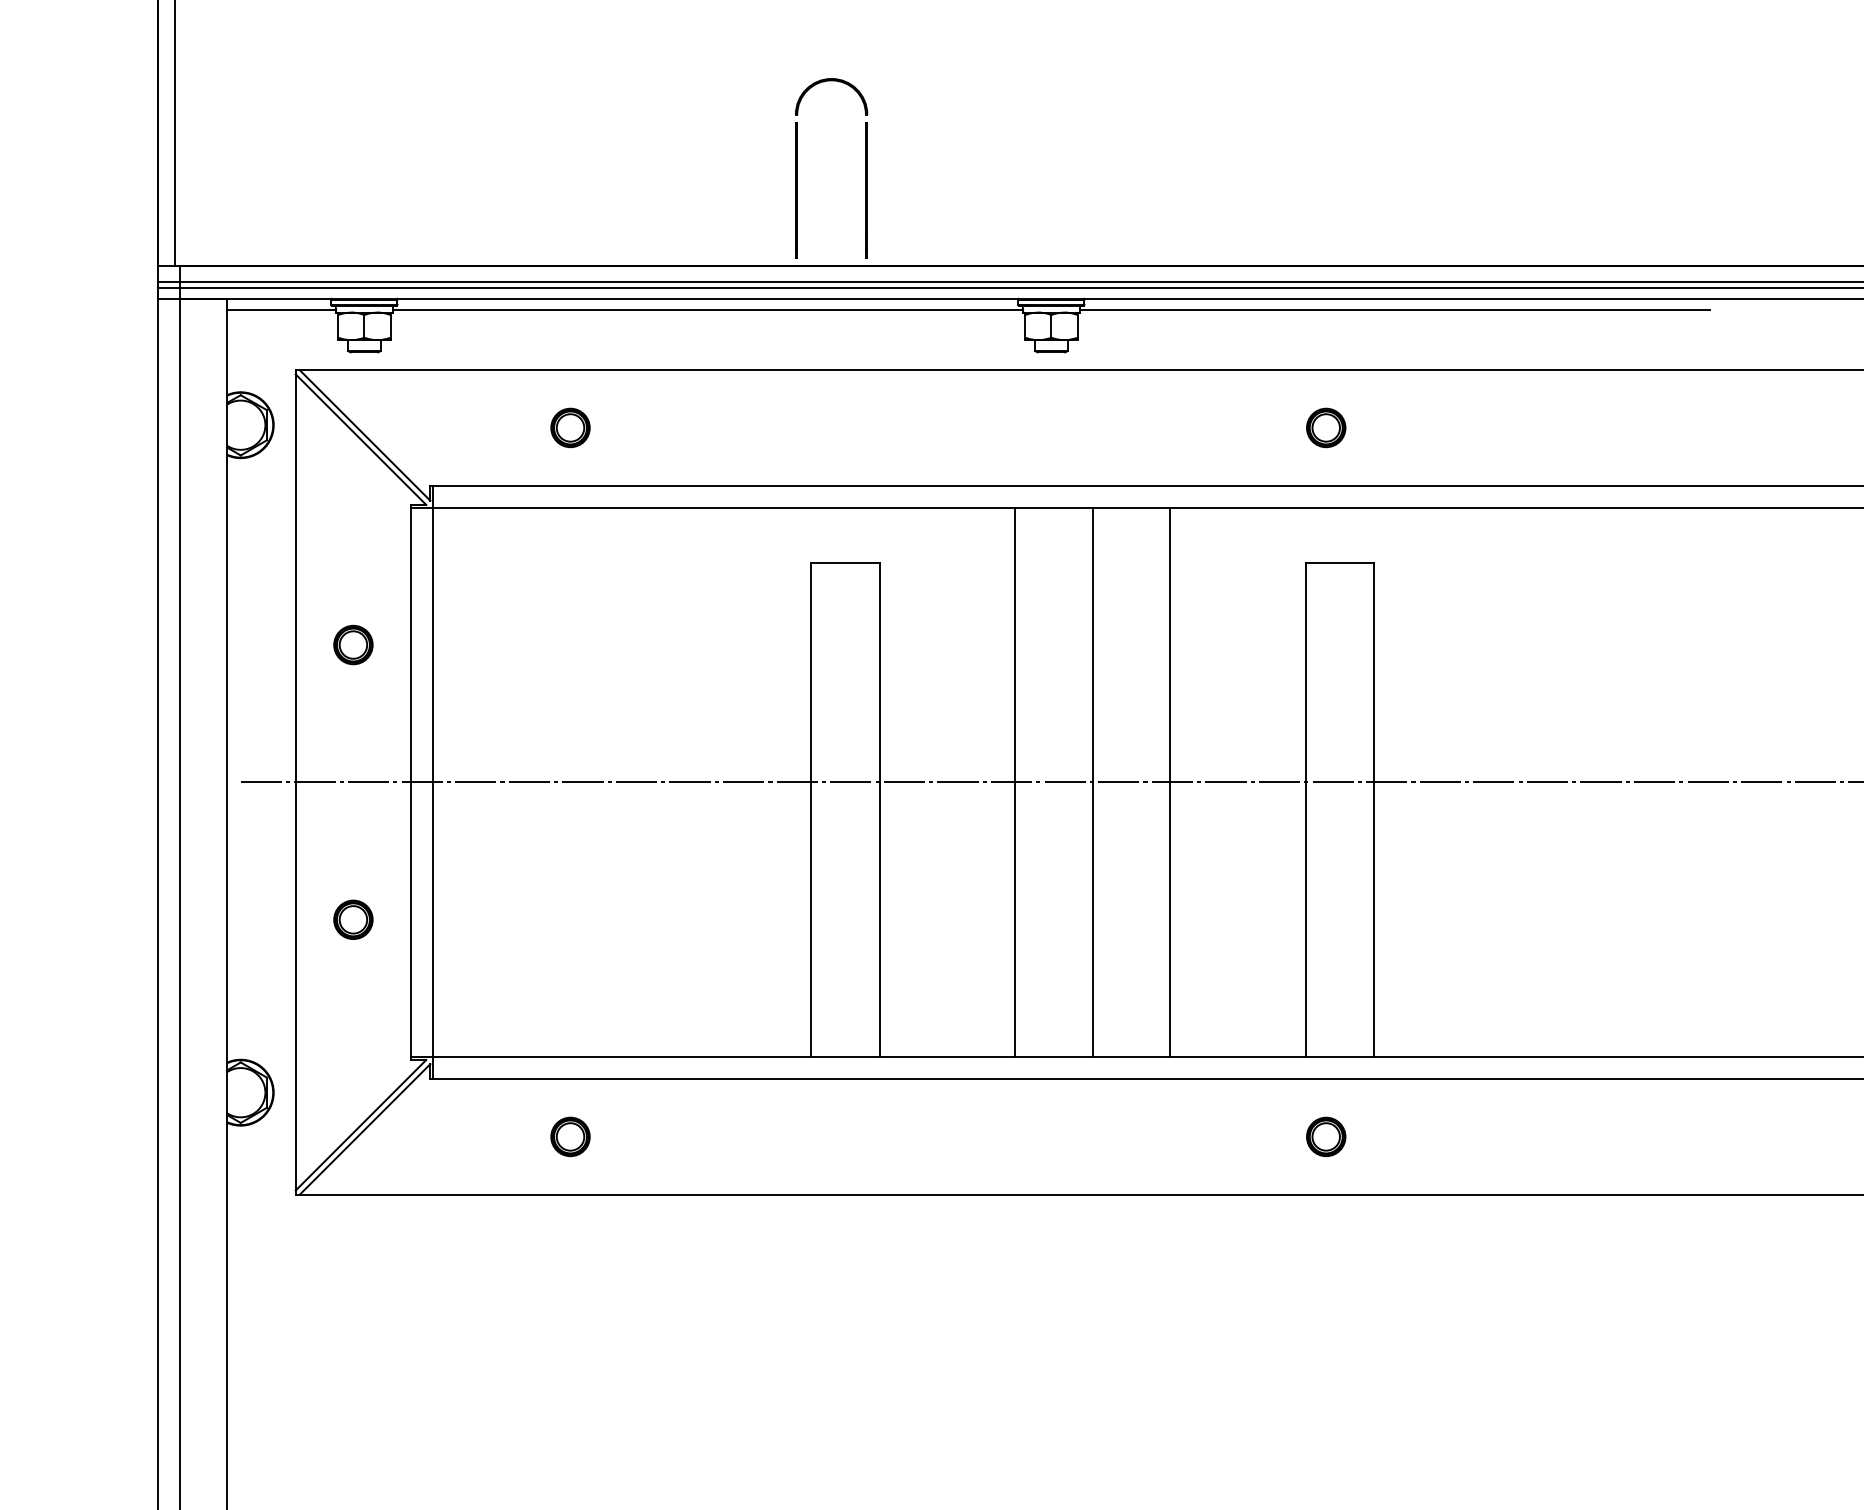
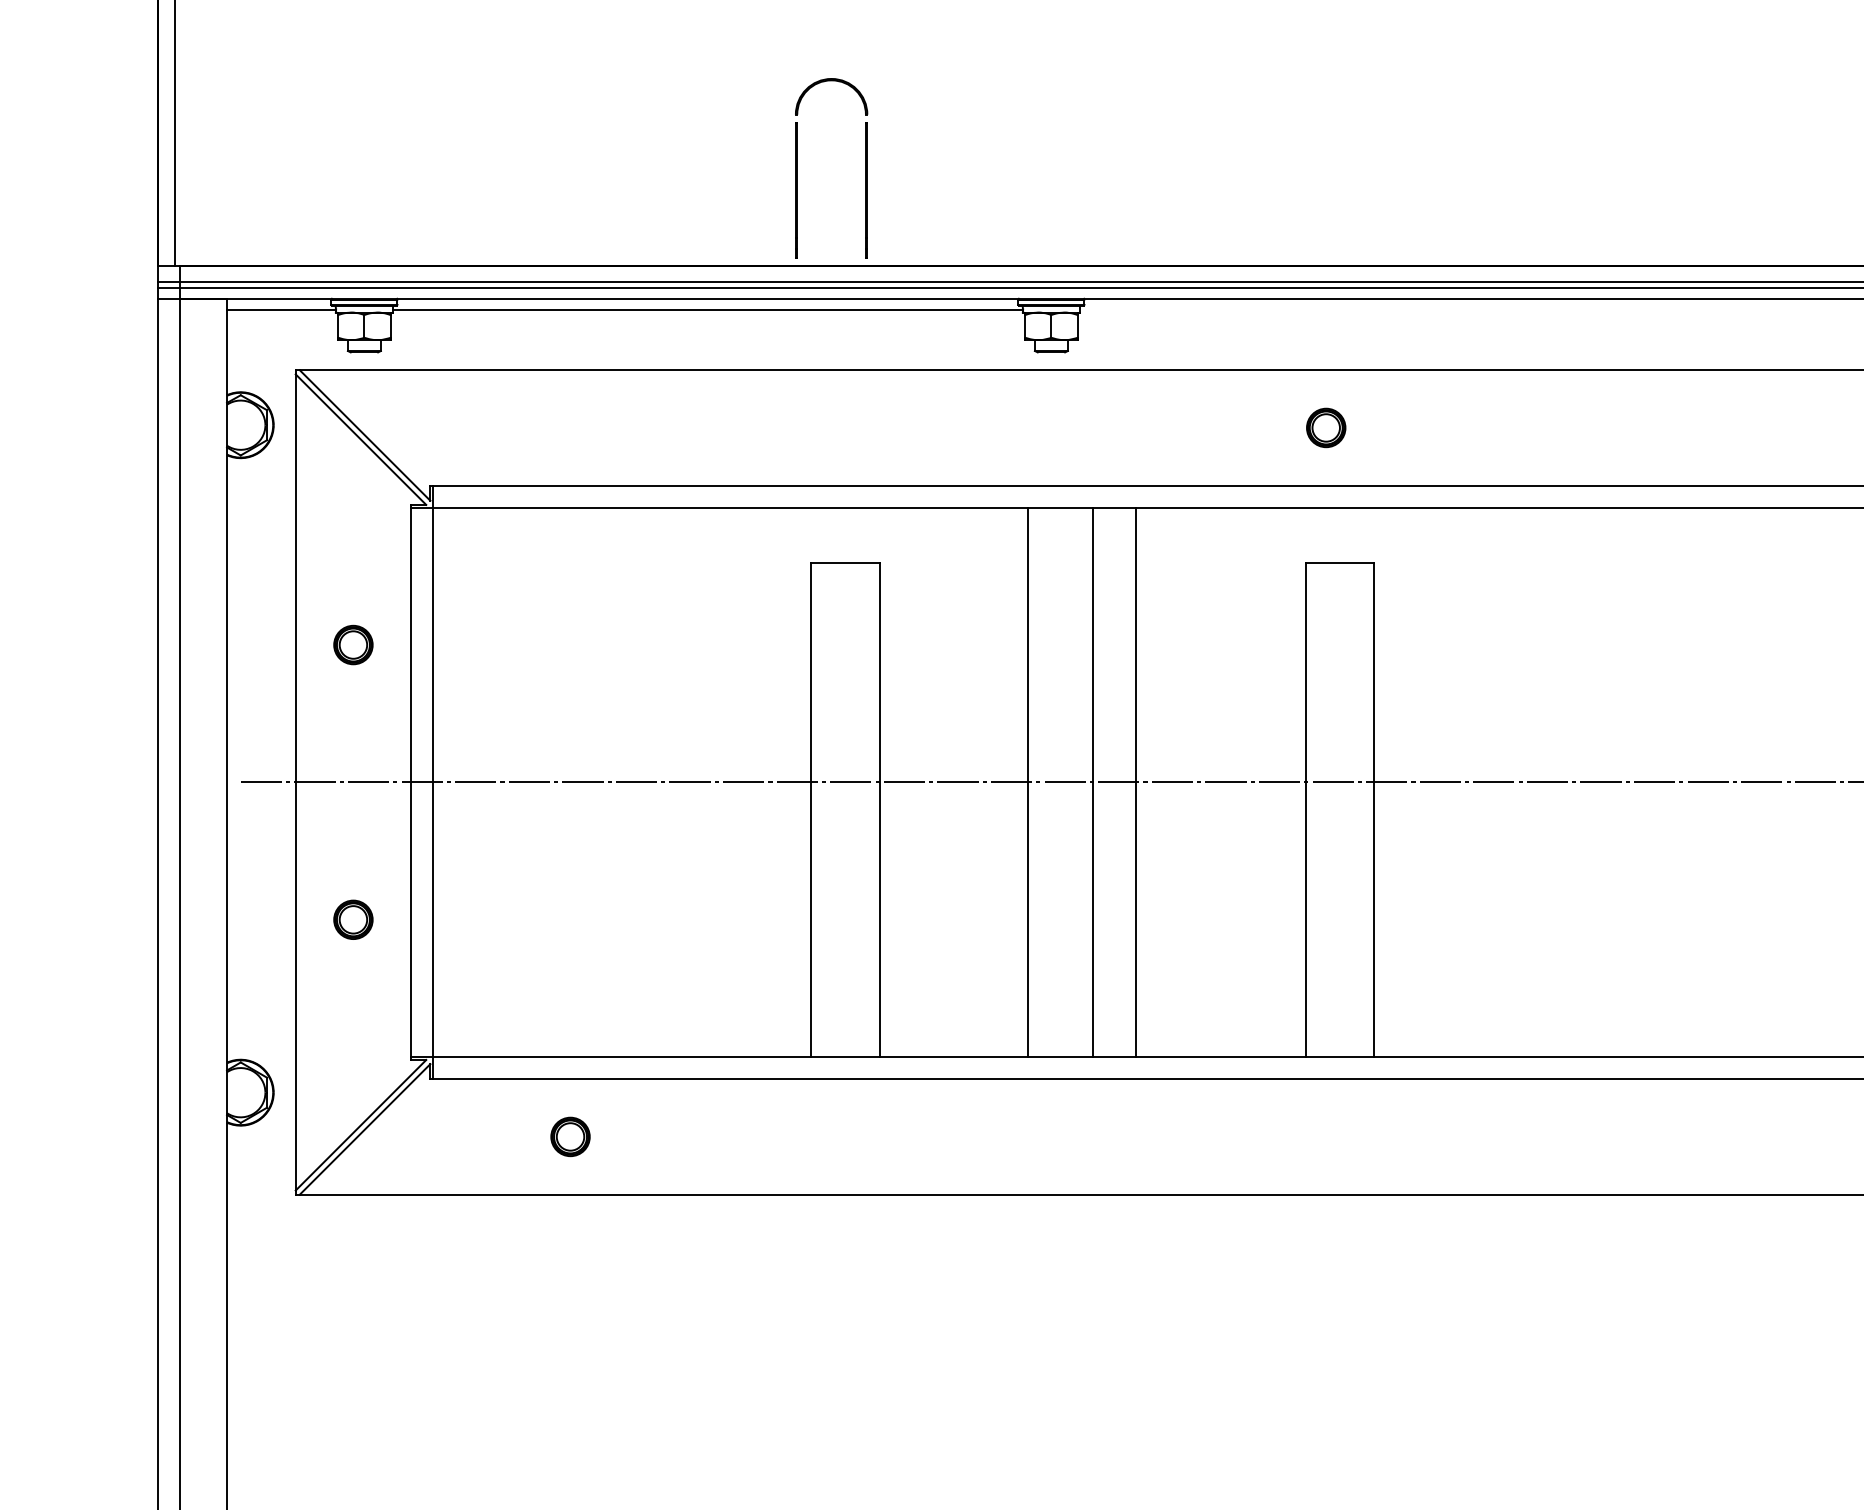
line at (1395, 309): present -> none
part at (570, 427): present -> none
line at (1015, 782) position: (1015, 782) -> (1028, 782)
line at (1170, 782) position: (1170, 782) -> (1136, 782)
part at (1326, 1136): present -> none
